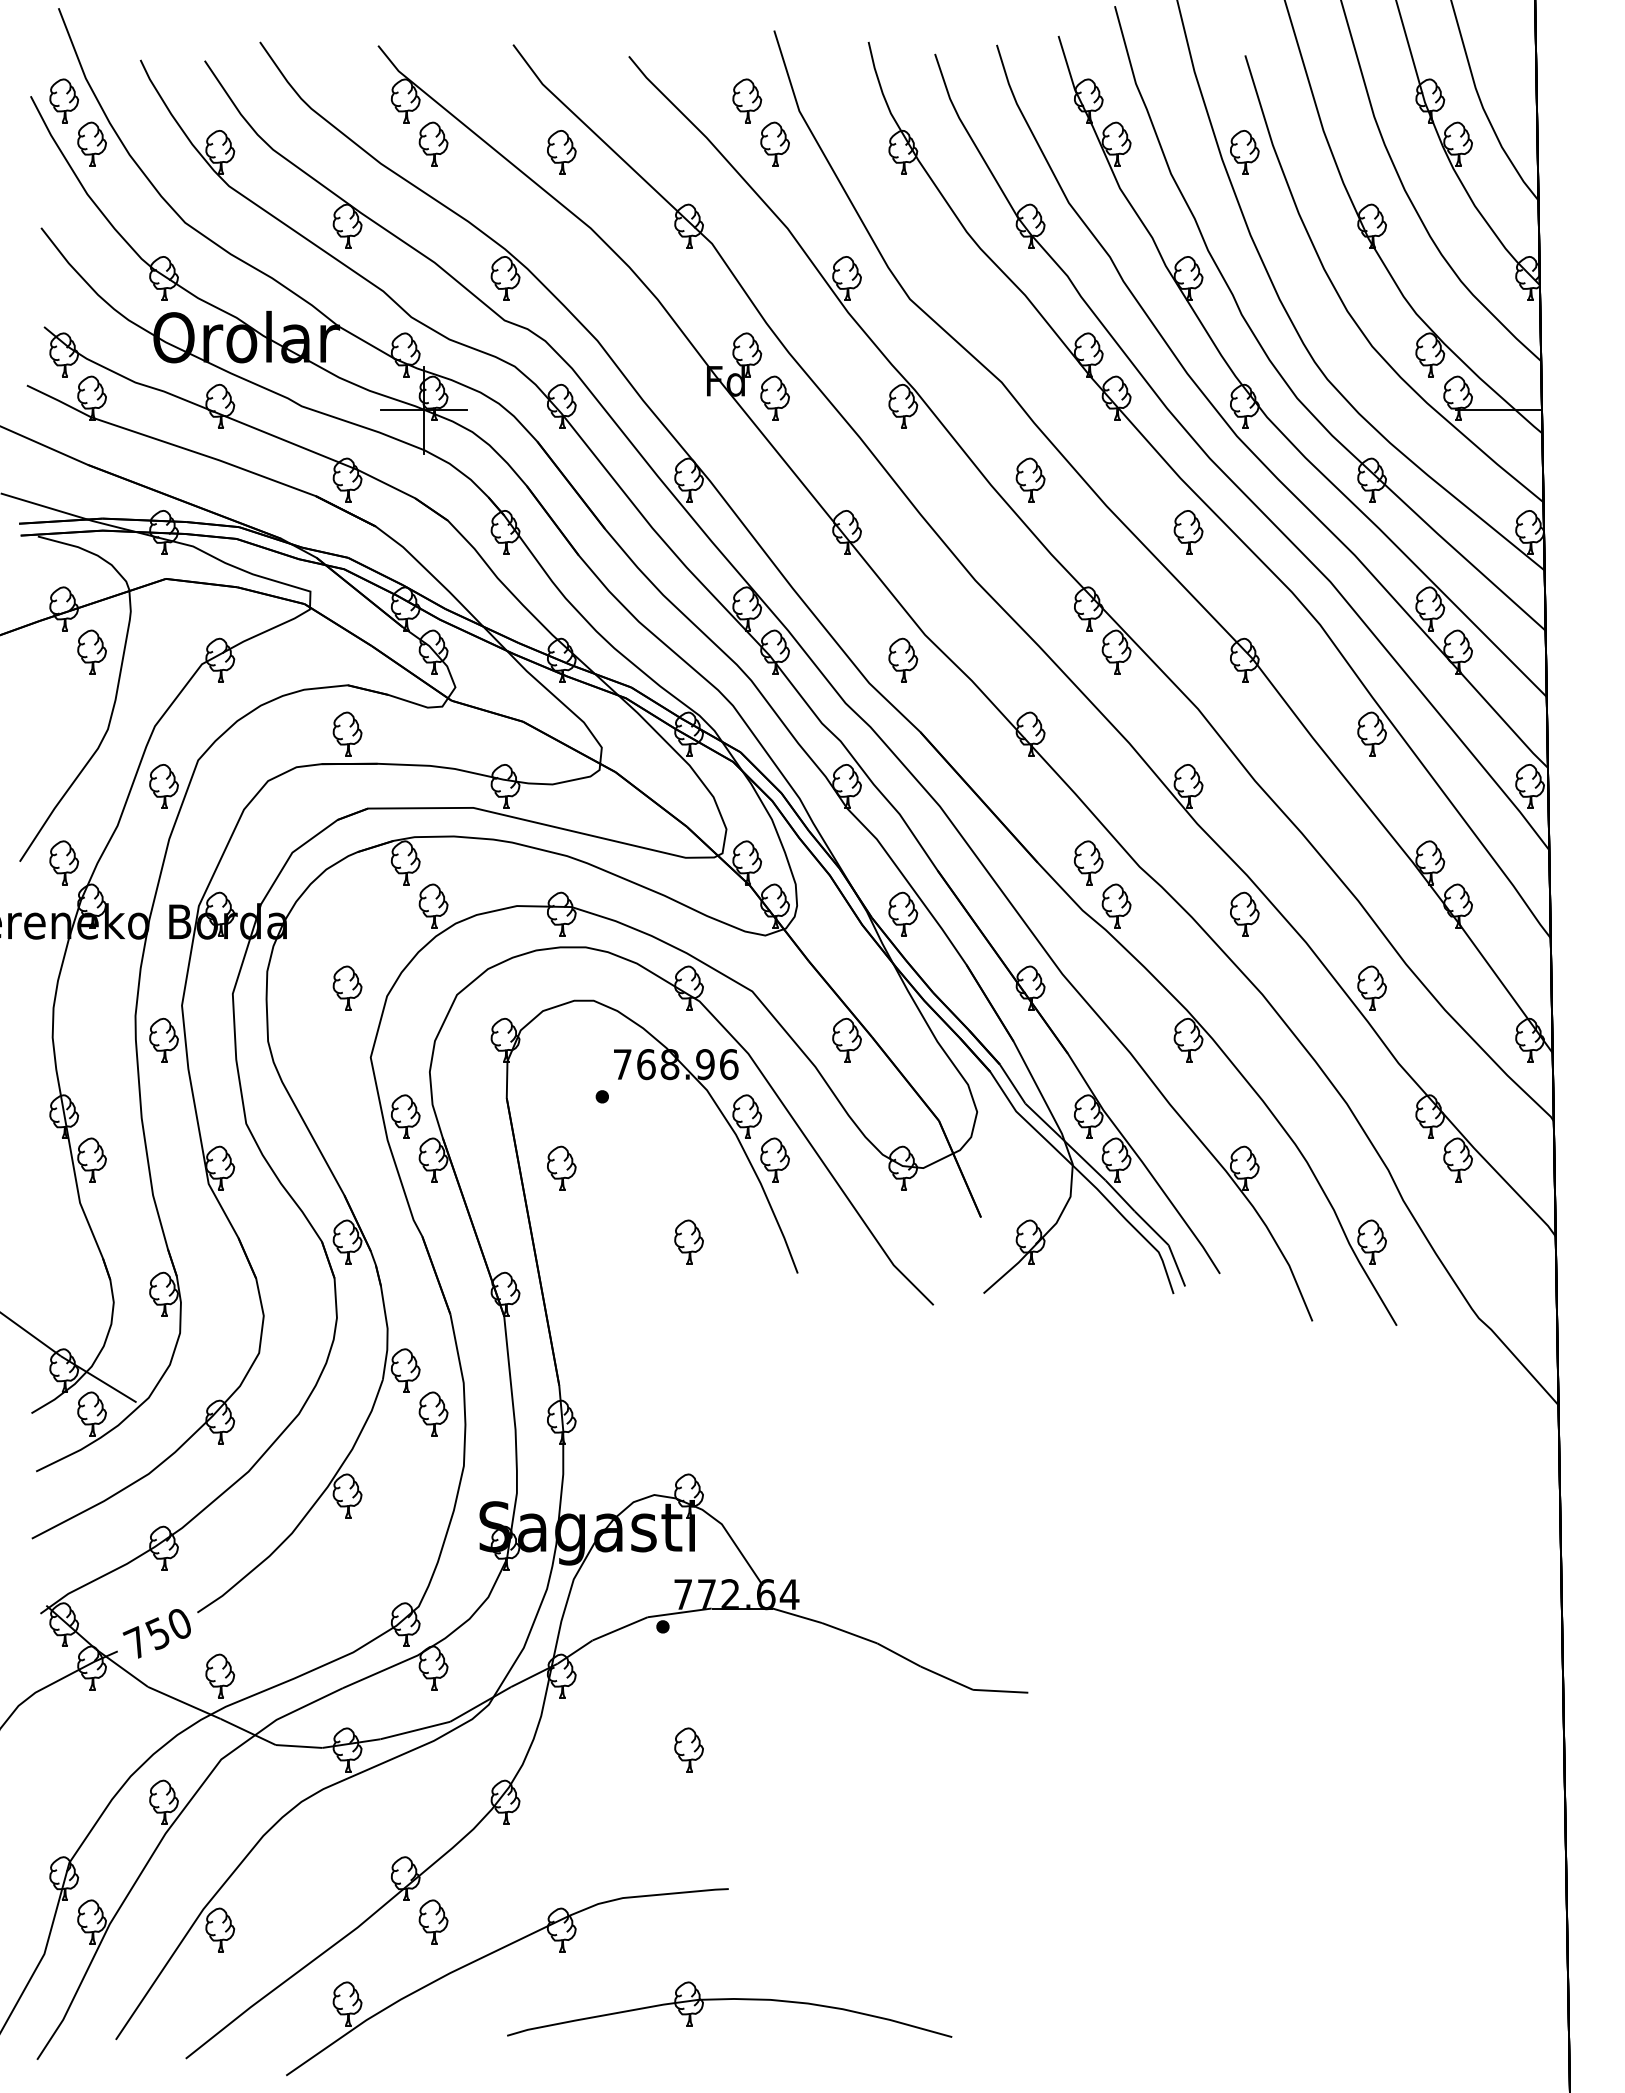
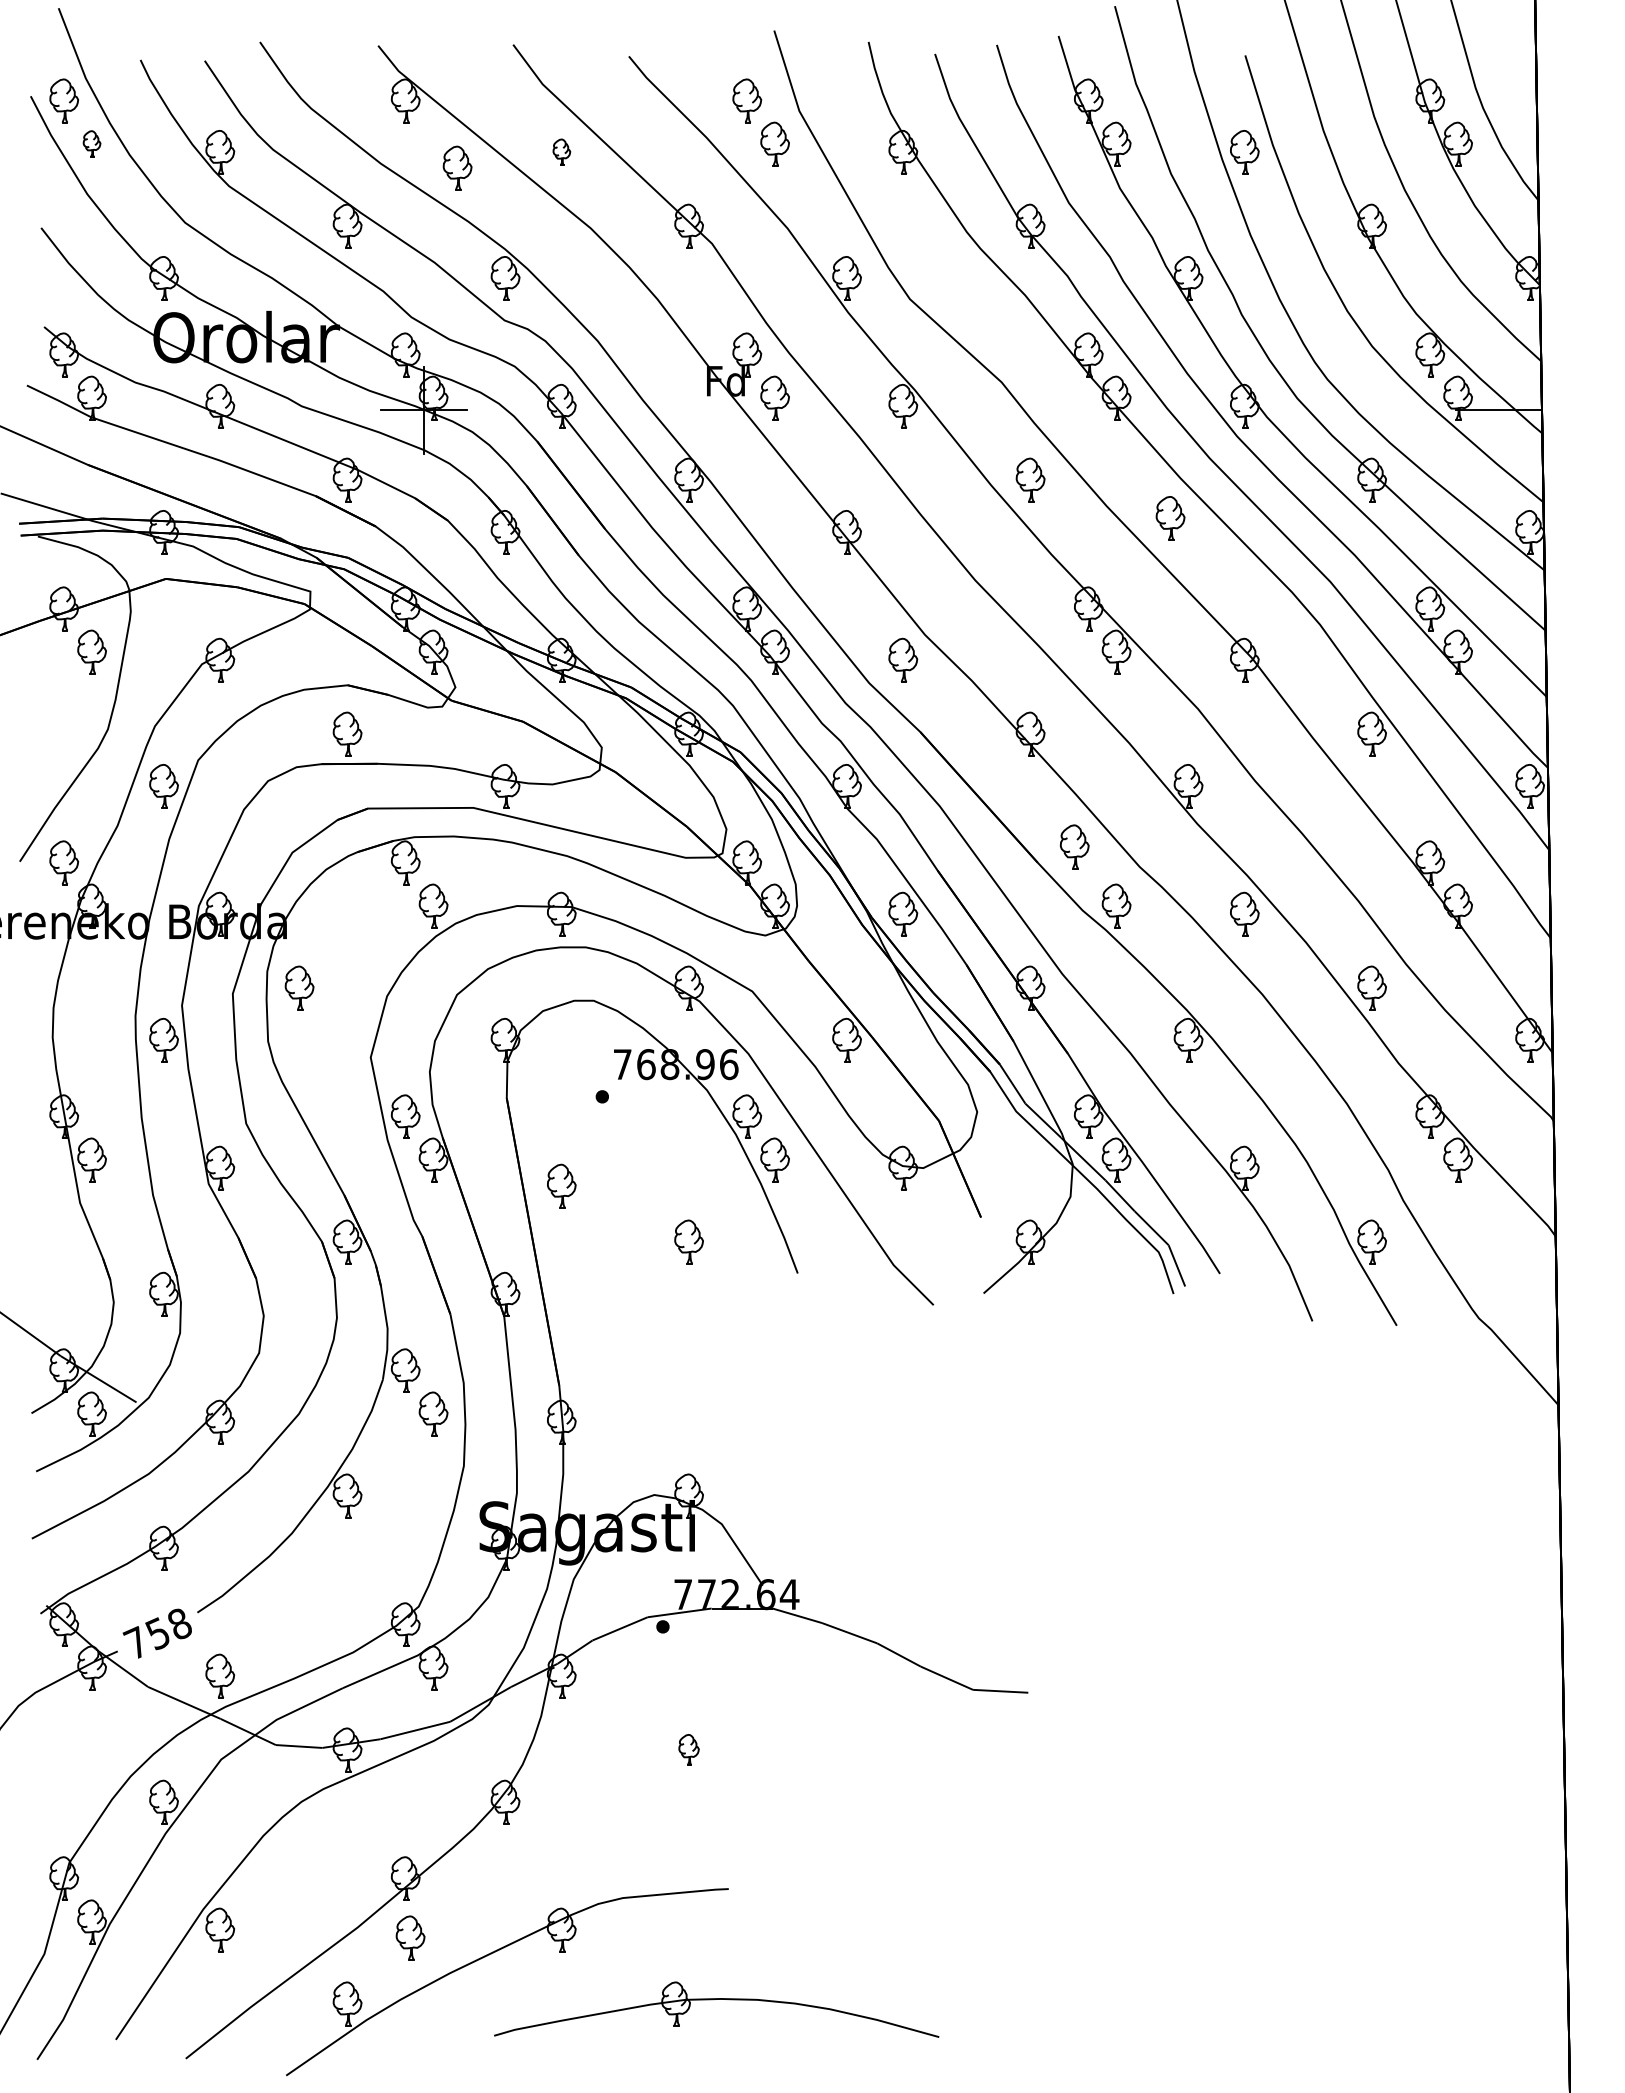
part at (91, 143) size: 30x46 px -> 20x28 px
part at (433, 143) position: (433, 143) -> (457, 167)
part at (561, 152) size: 30x45 px -> 20x28 px
part at (1188, 532) position: (1188, 532) -> (1170, 518)
part at (1088, 862) position: (1088, 862) -> (1074, 846)
part at (347, 987) position: (347, 987) -> (299, 987)
part at (561, 1167) position: (561, 1167) -> (561, 1185)
text at (179, 1623): 750 -> 758
part at (688, 1749) size: 30x46 px -> 22x32 px
part at (433, 1921) position: (433, 1921) -> (410, 1937)
part at (725, 2000) position: (725, 2000) -> (712, 2000)
